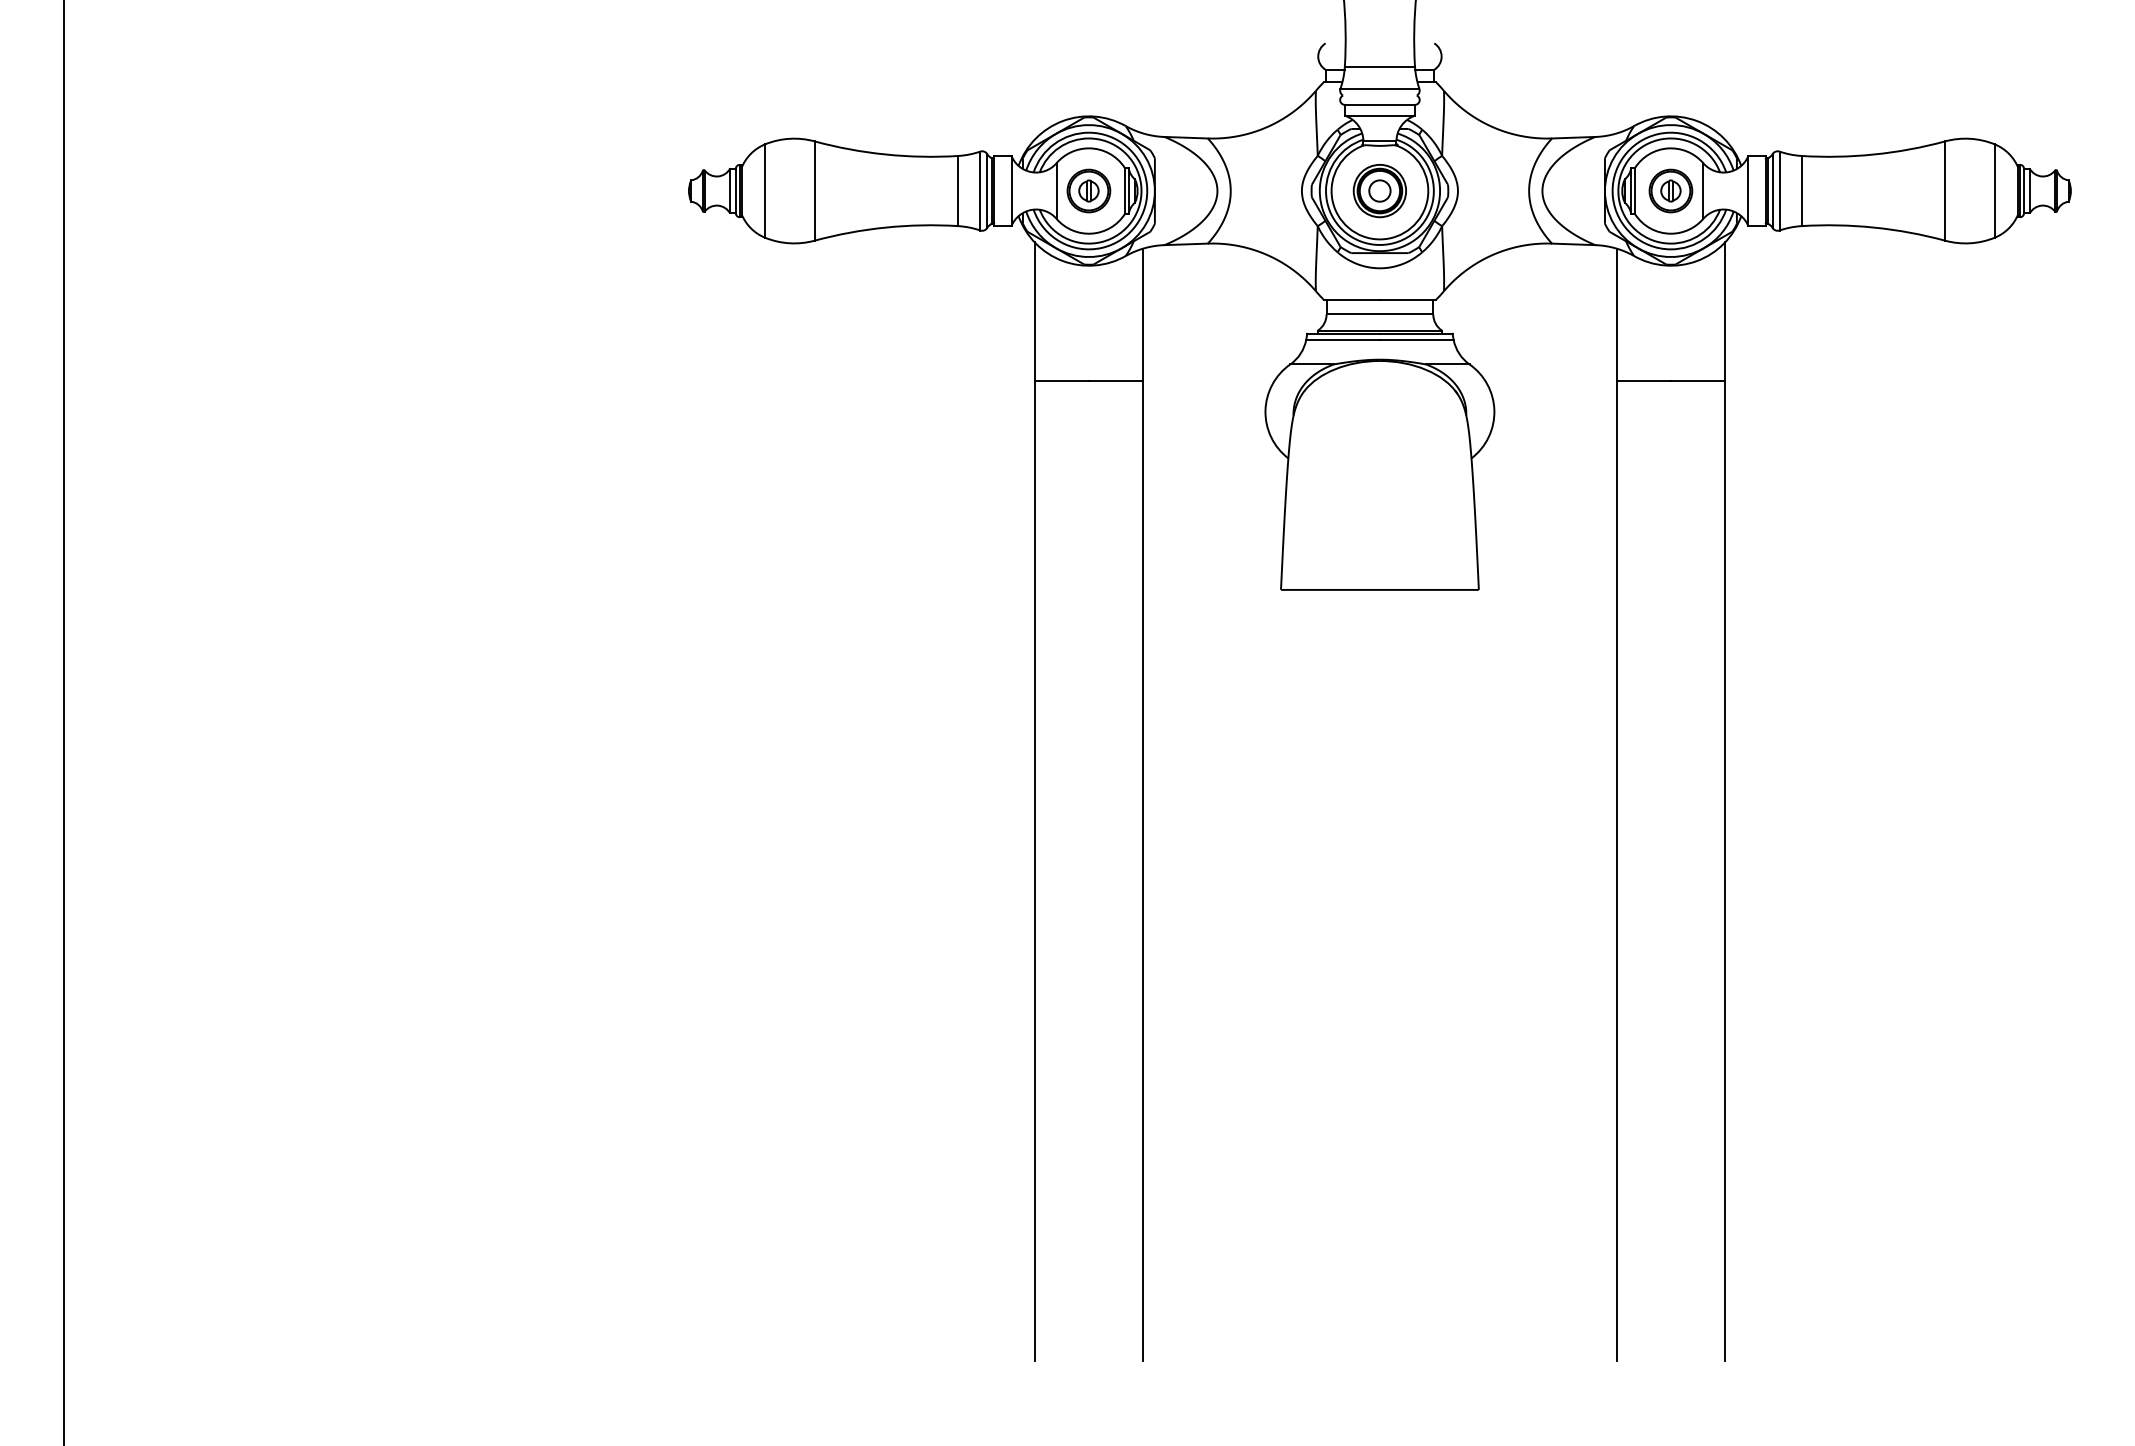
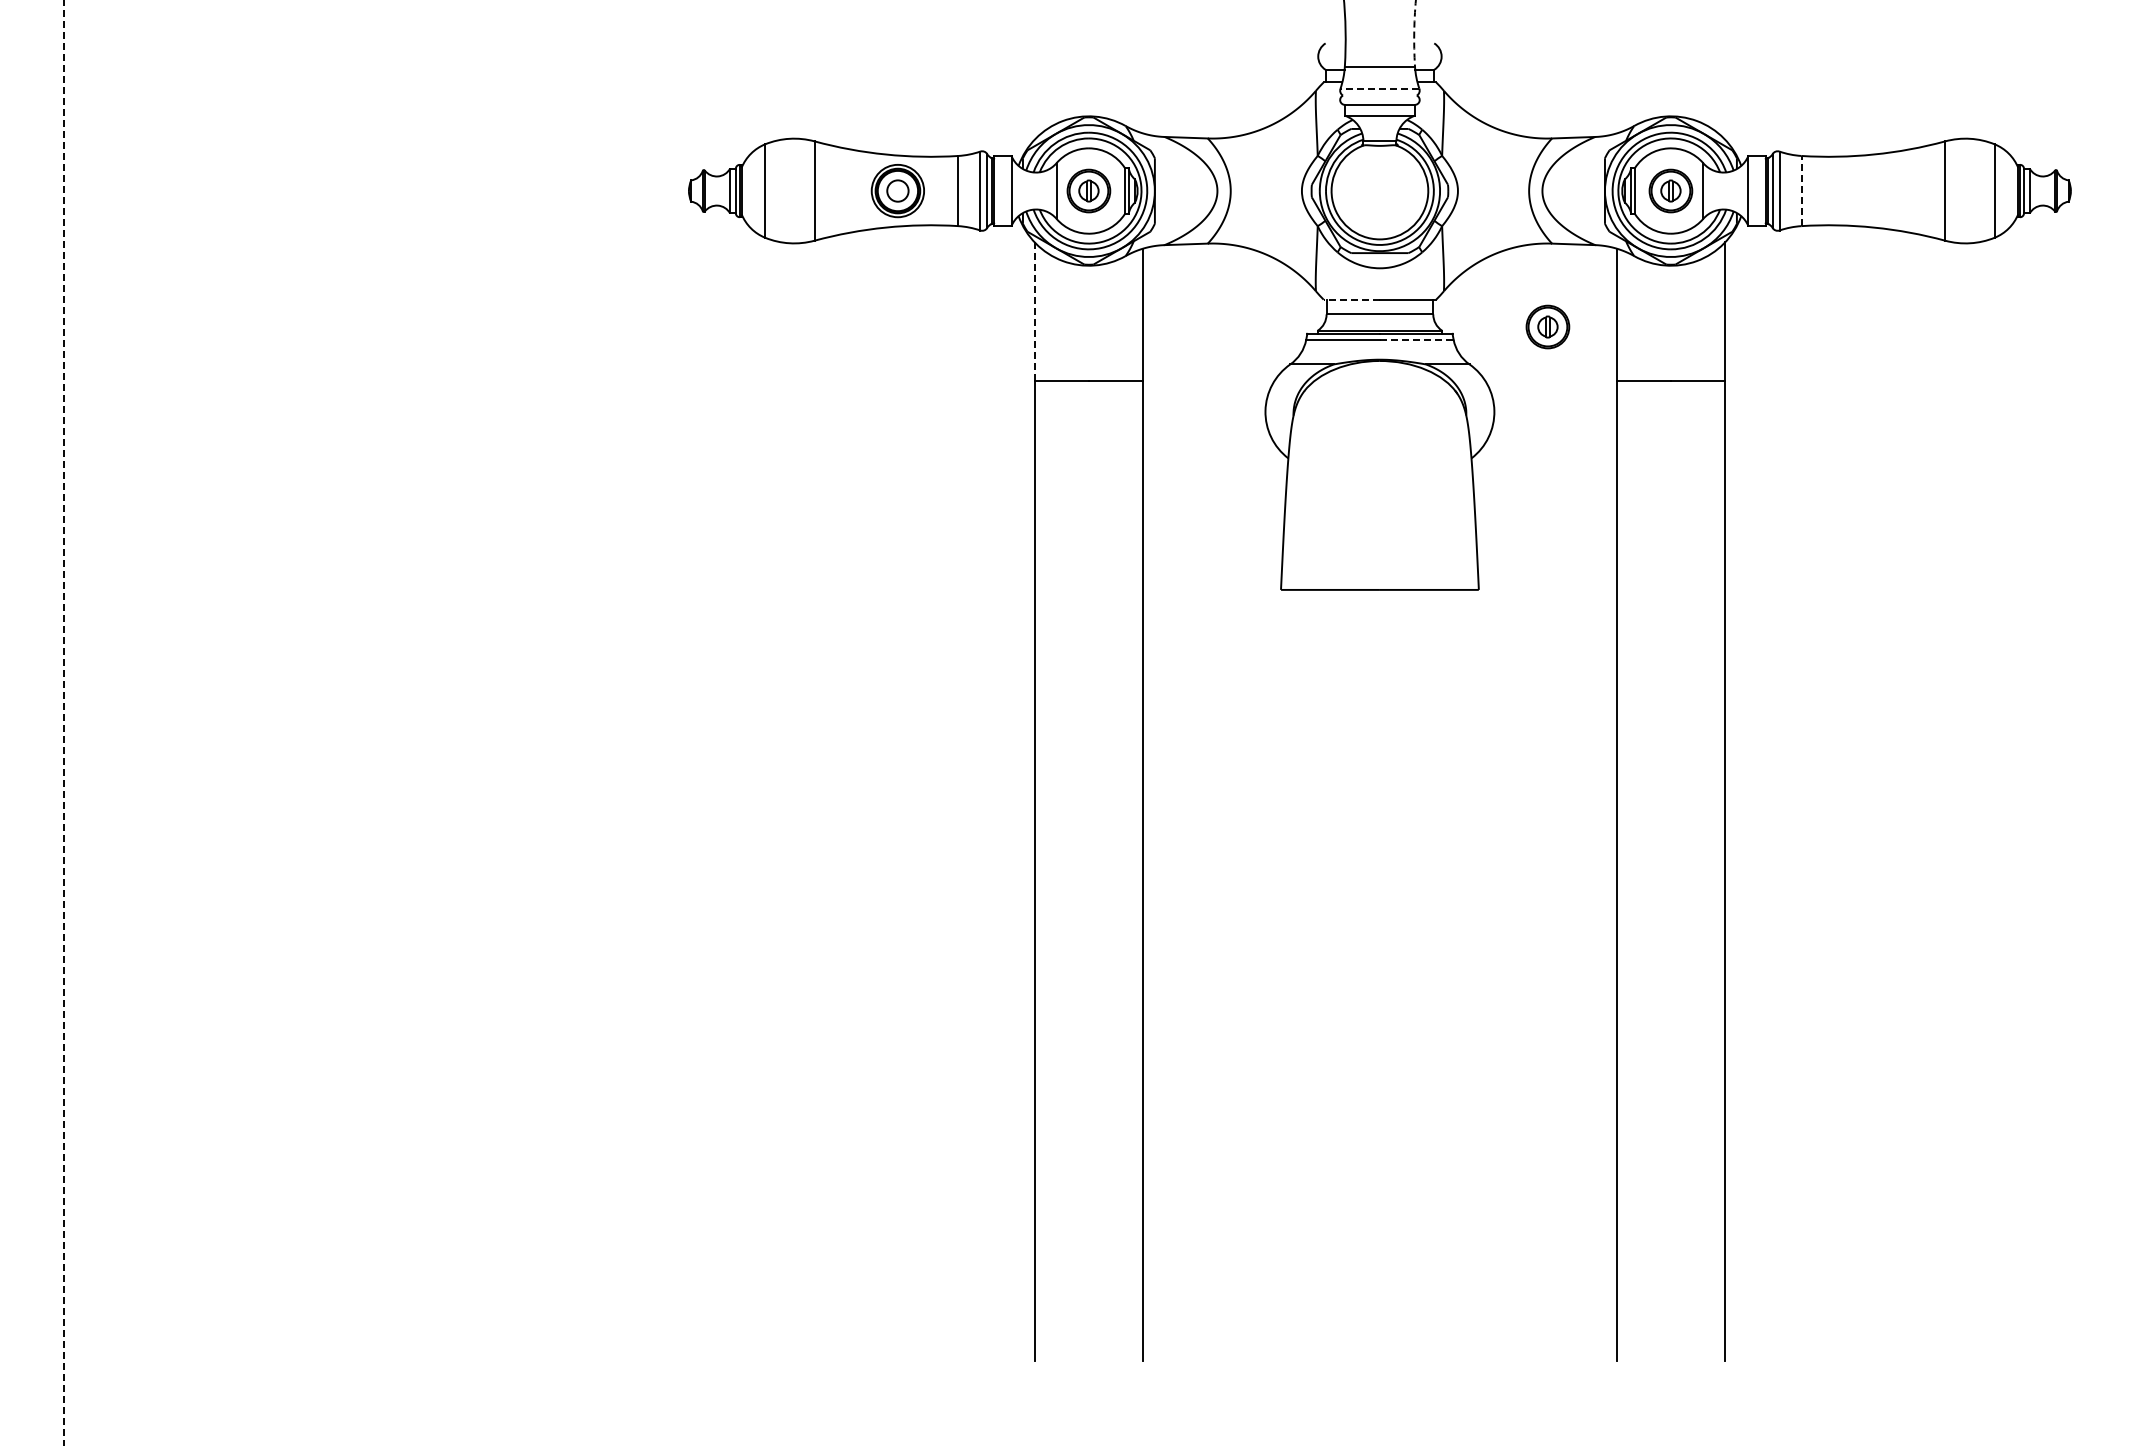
arc at (1414, 33): solid -> dashed
line at (1379, 88): solid -> dashed
line at (1801, 190): solid -> dashed
part at (1379, 191) position: (1379, 191) -> (897, 191)
line at (1351, 299): solid -> dashed
line at (1034, 312): solid -> dashed
part at (1547, 326): none -> present
line at (1416, 339): solid -> dashed
line at (64, 722): solid -> dashed
